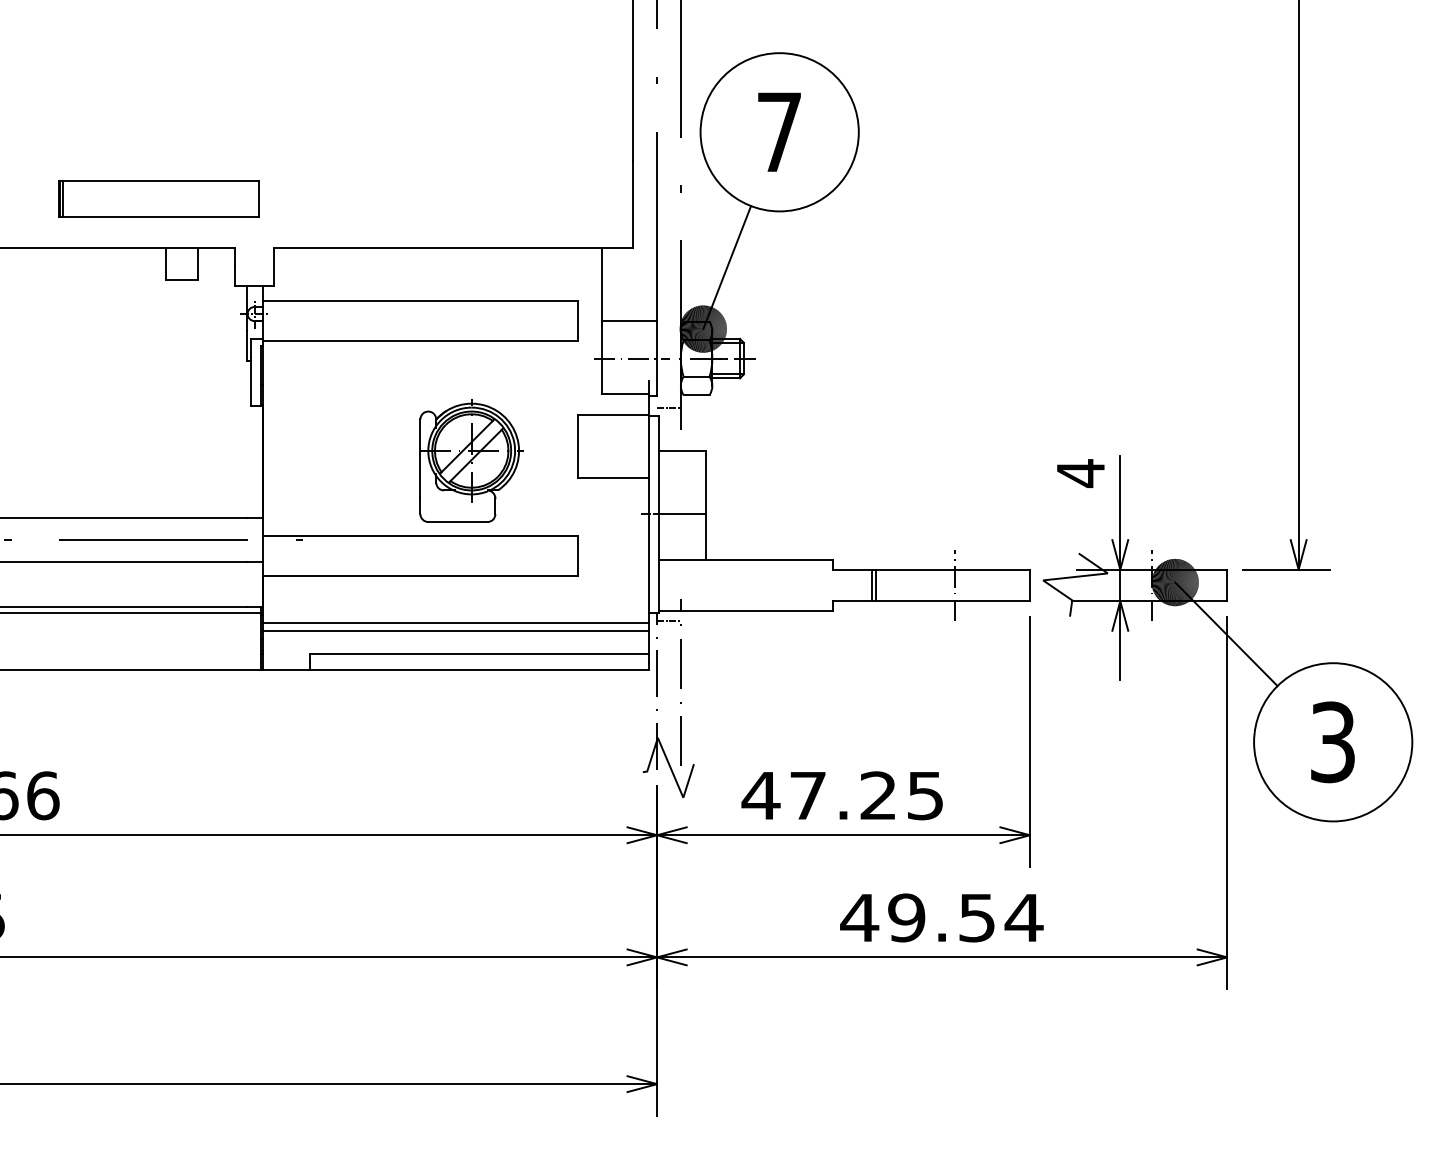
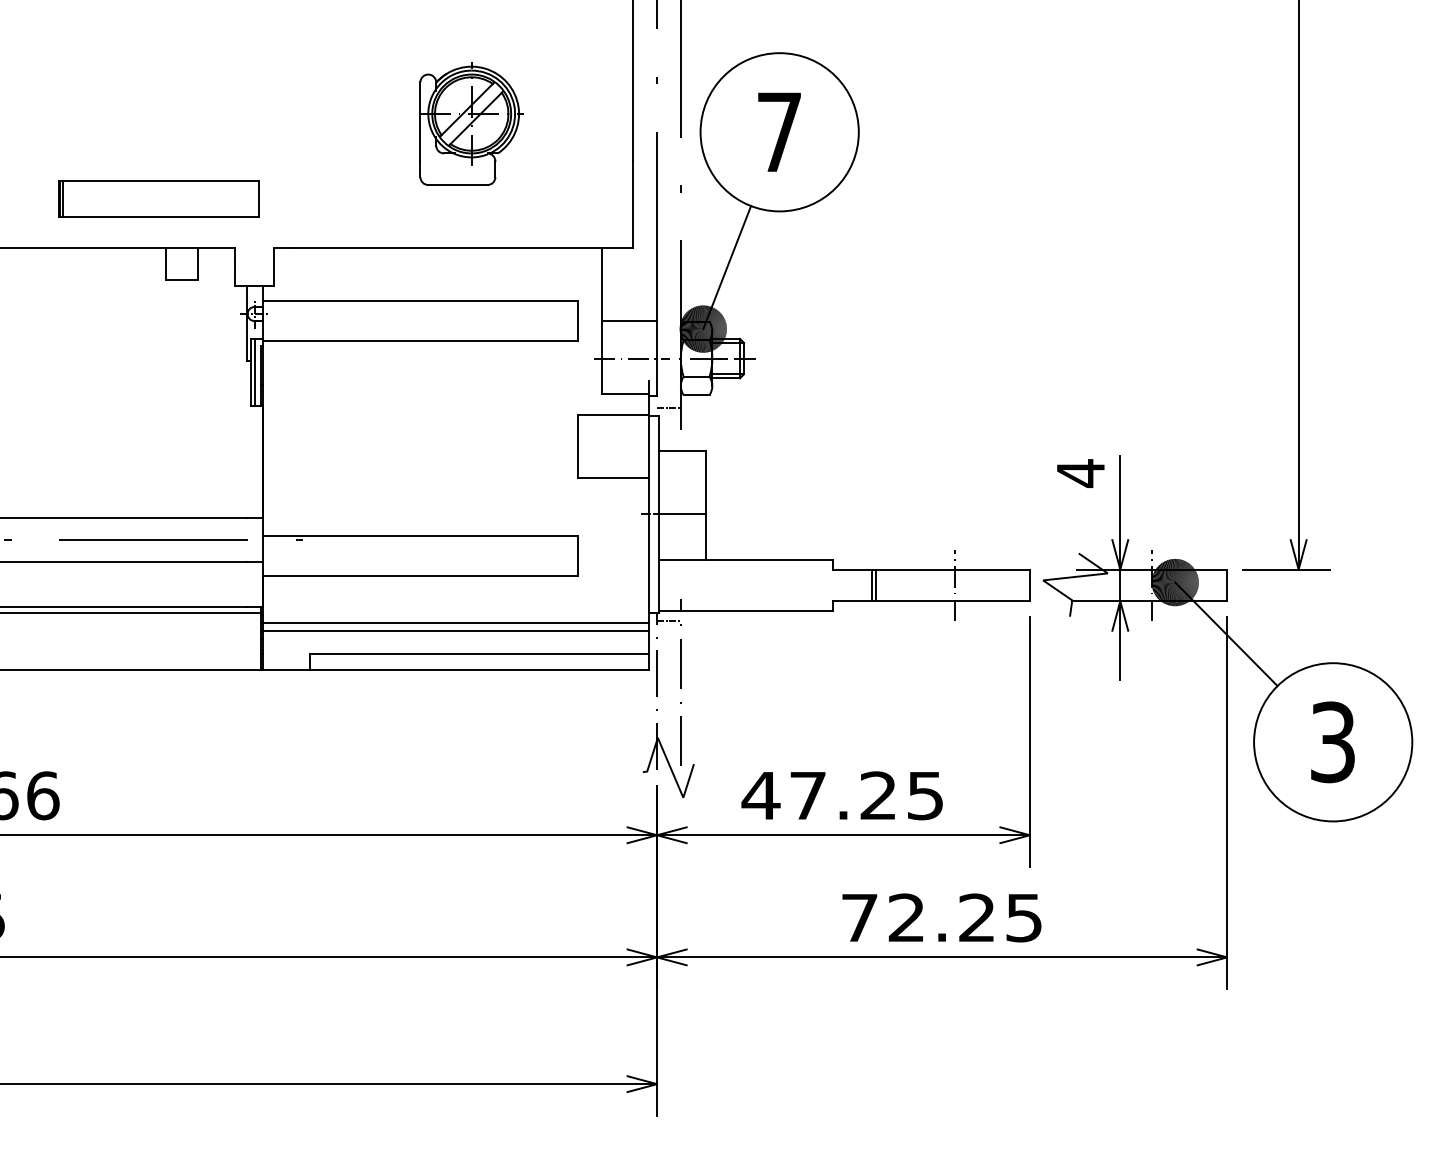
line at (254, 371): none -> present
part at (471, 460) position: (471, 460) -> (471, 123)
text at (941, 917): 49.54 -> 72.25
